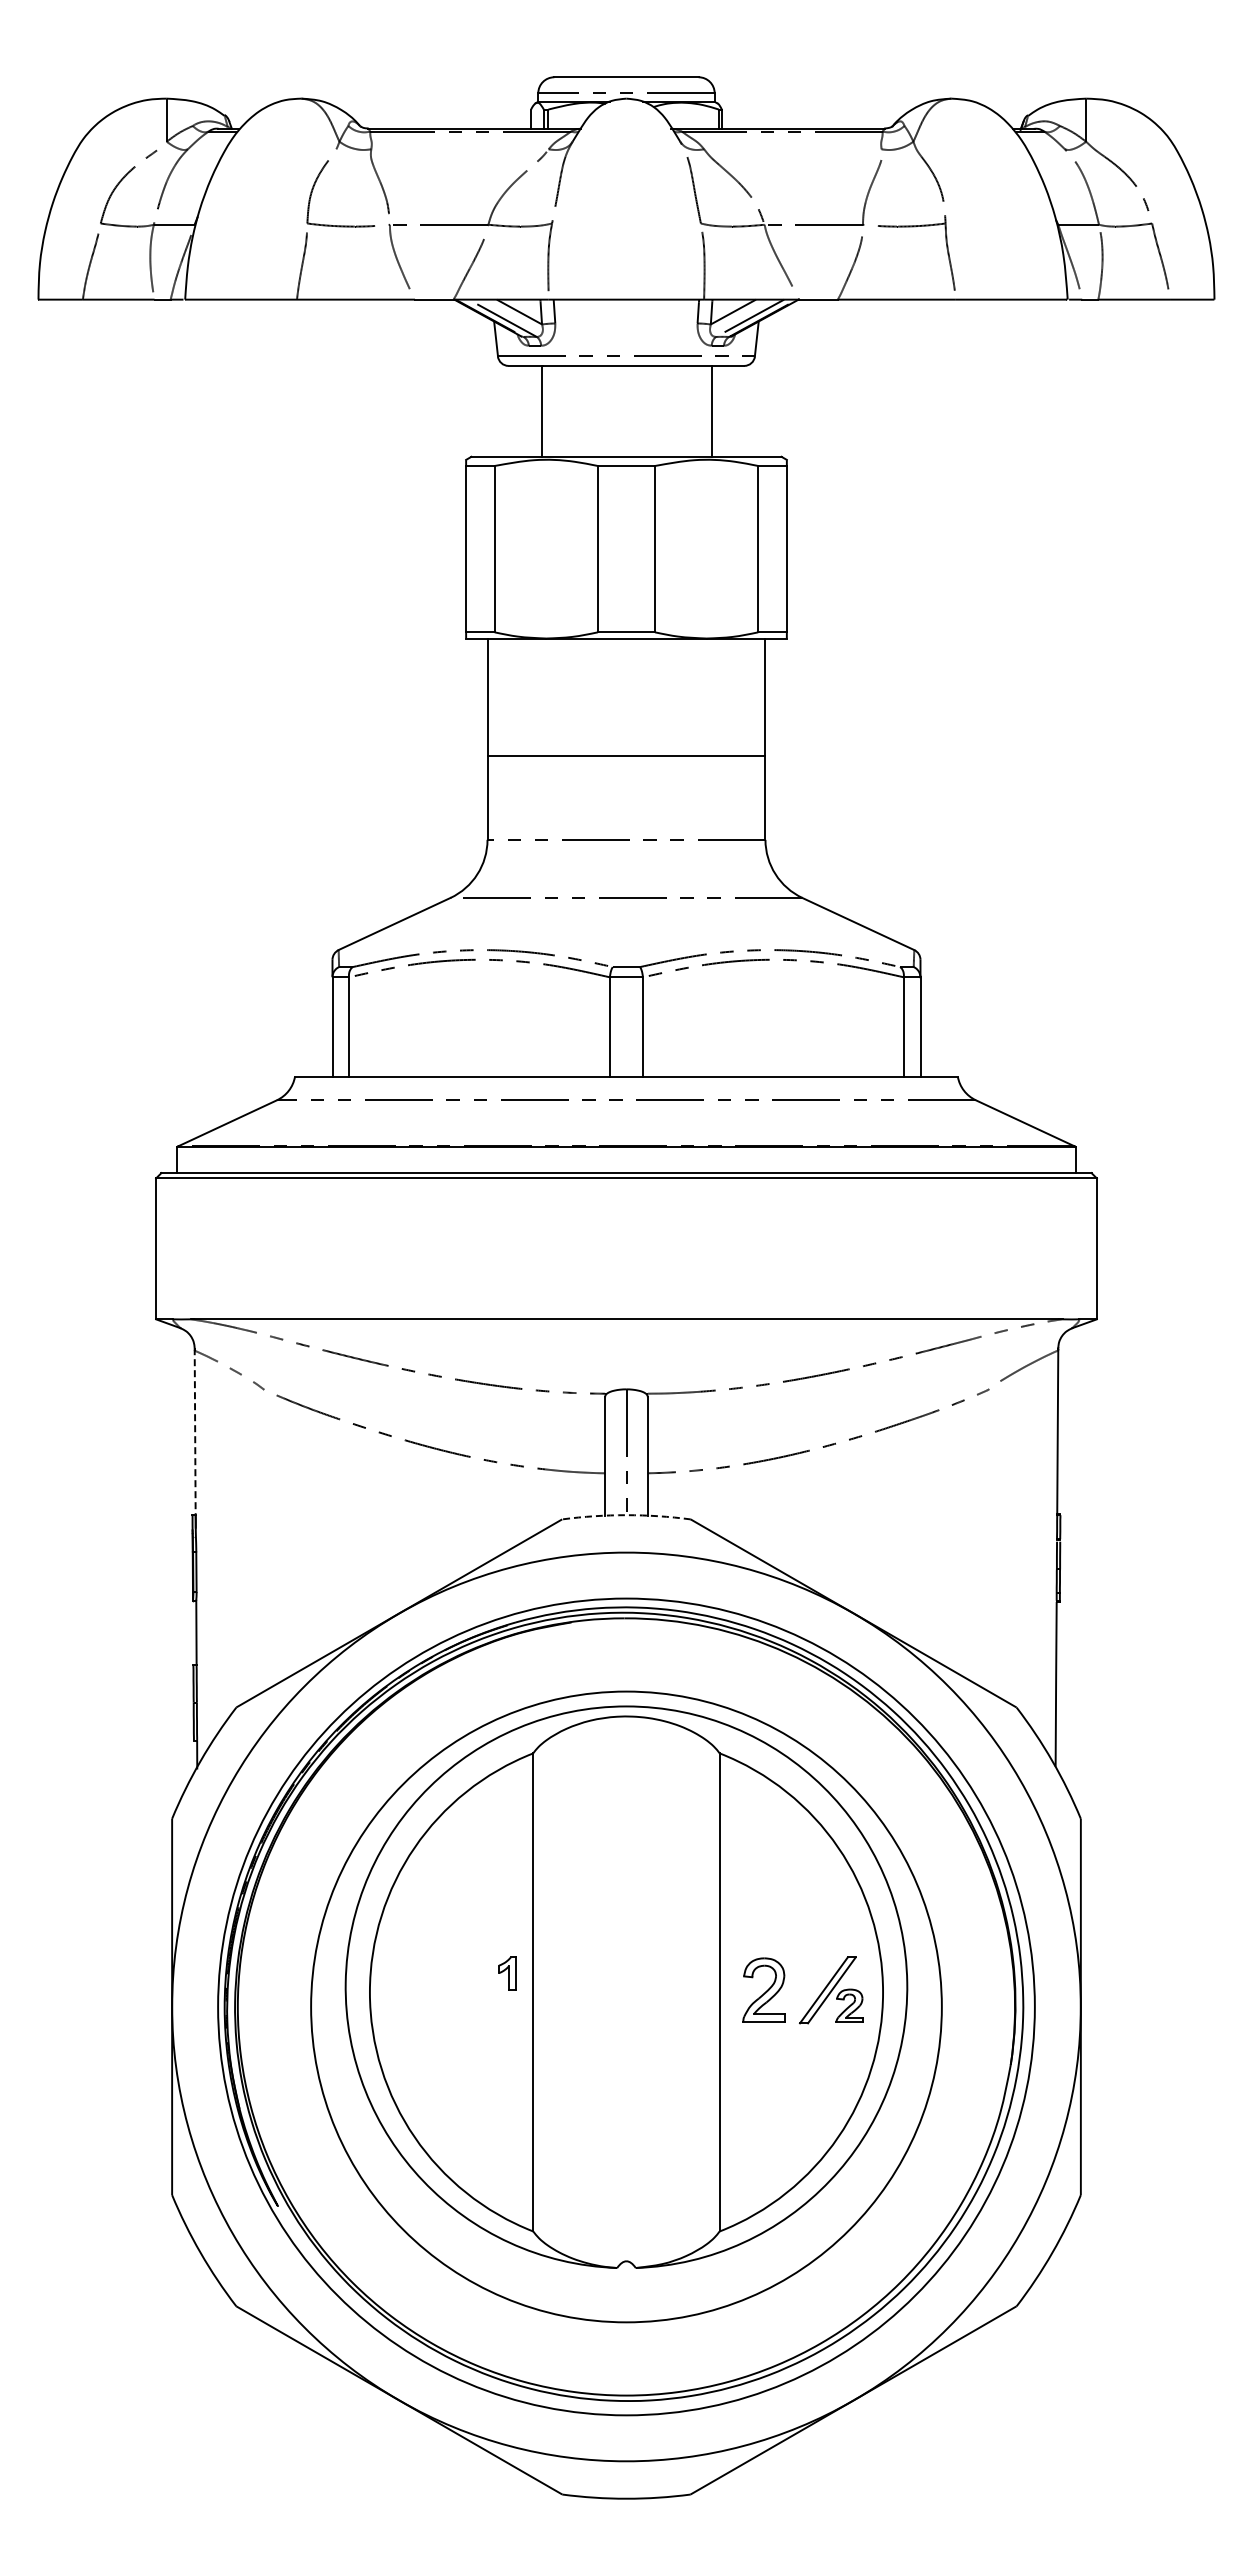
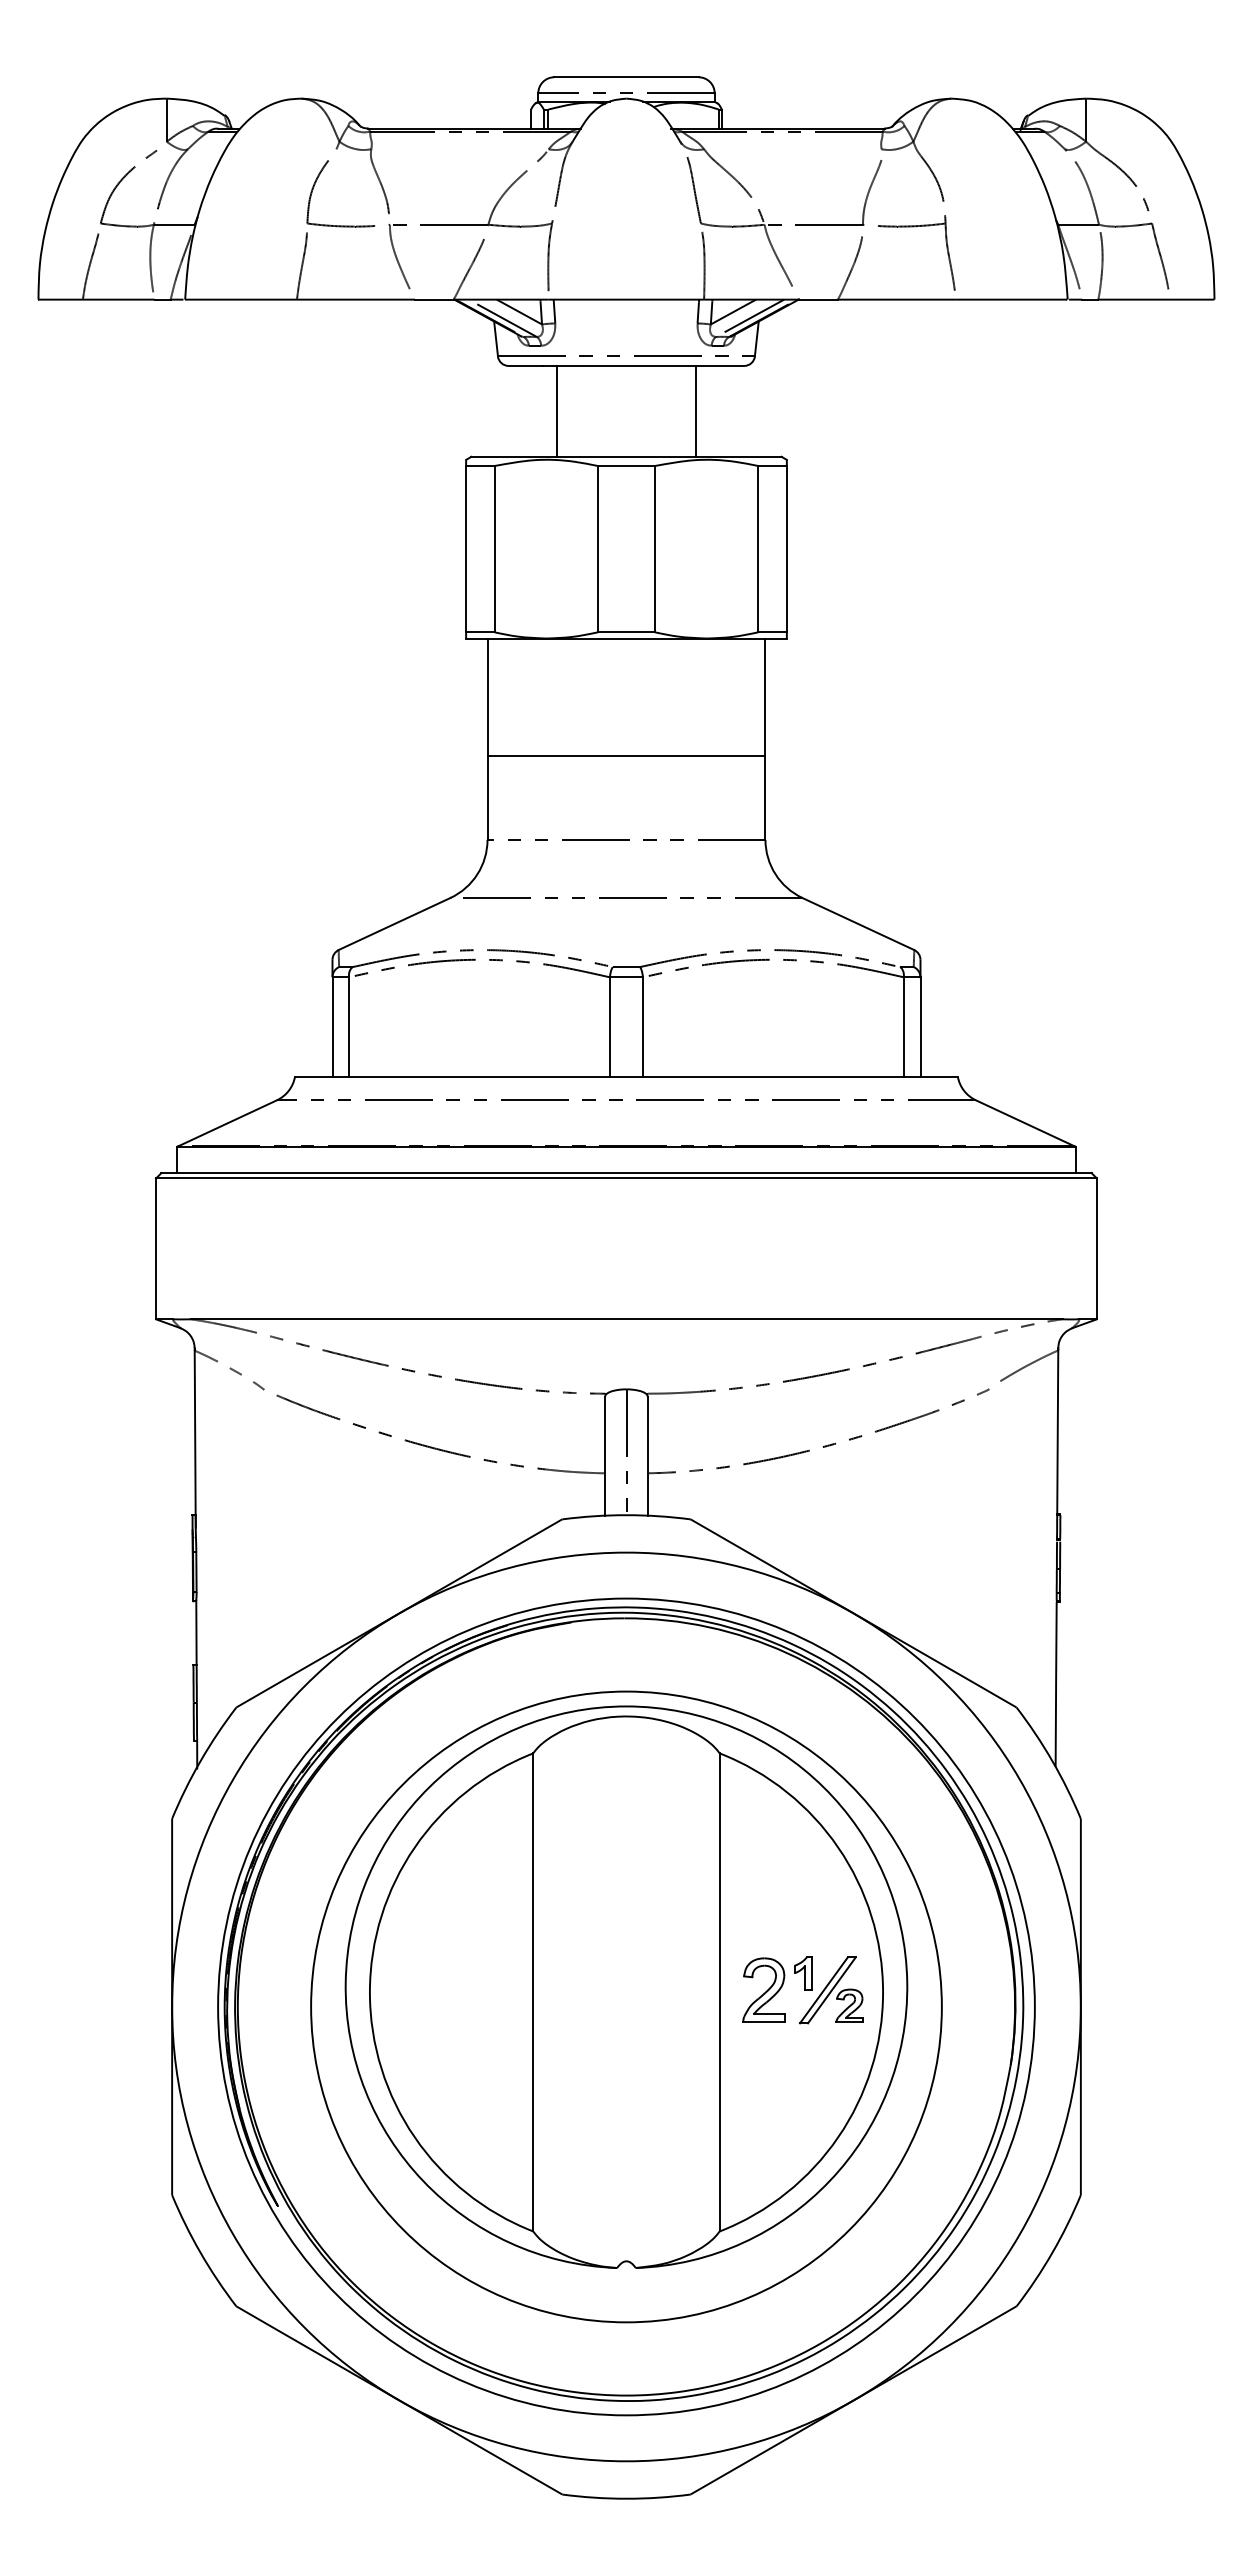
line at (542, 410) position: (542, 410) -> (557, 410)
line at (711, 410) position: (711, 410) -> (695, 410)
line at (195, 1431): dashed -> solid
arc at (626, 1515): dashed -> solid
part at (507, 1973) position: (507, 1973) -> (803, 1973)
